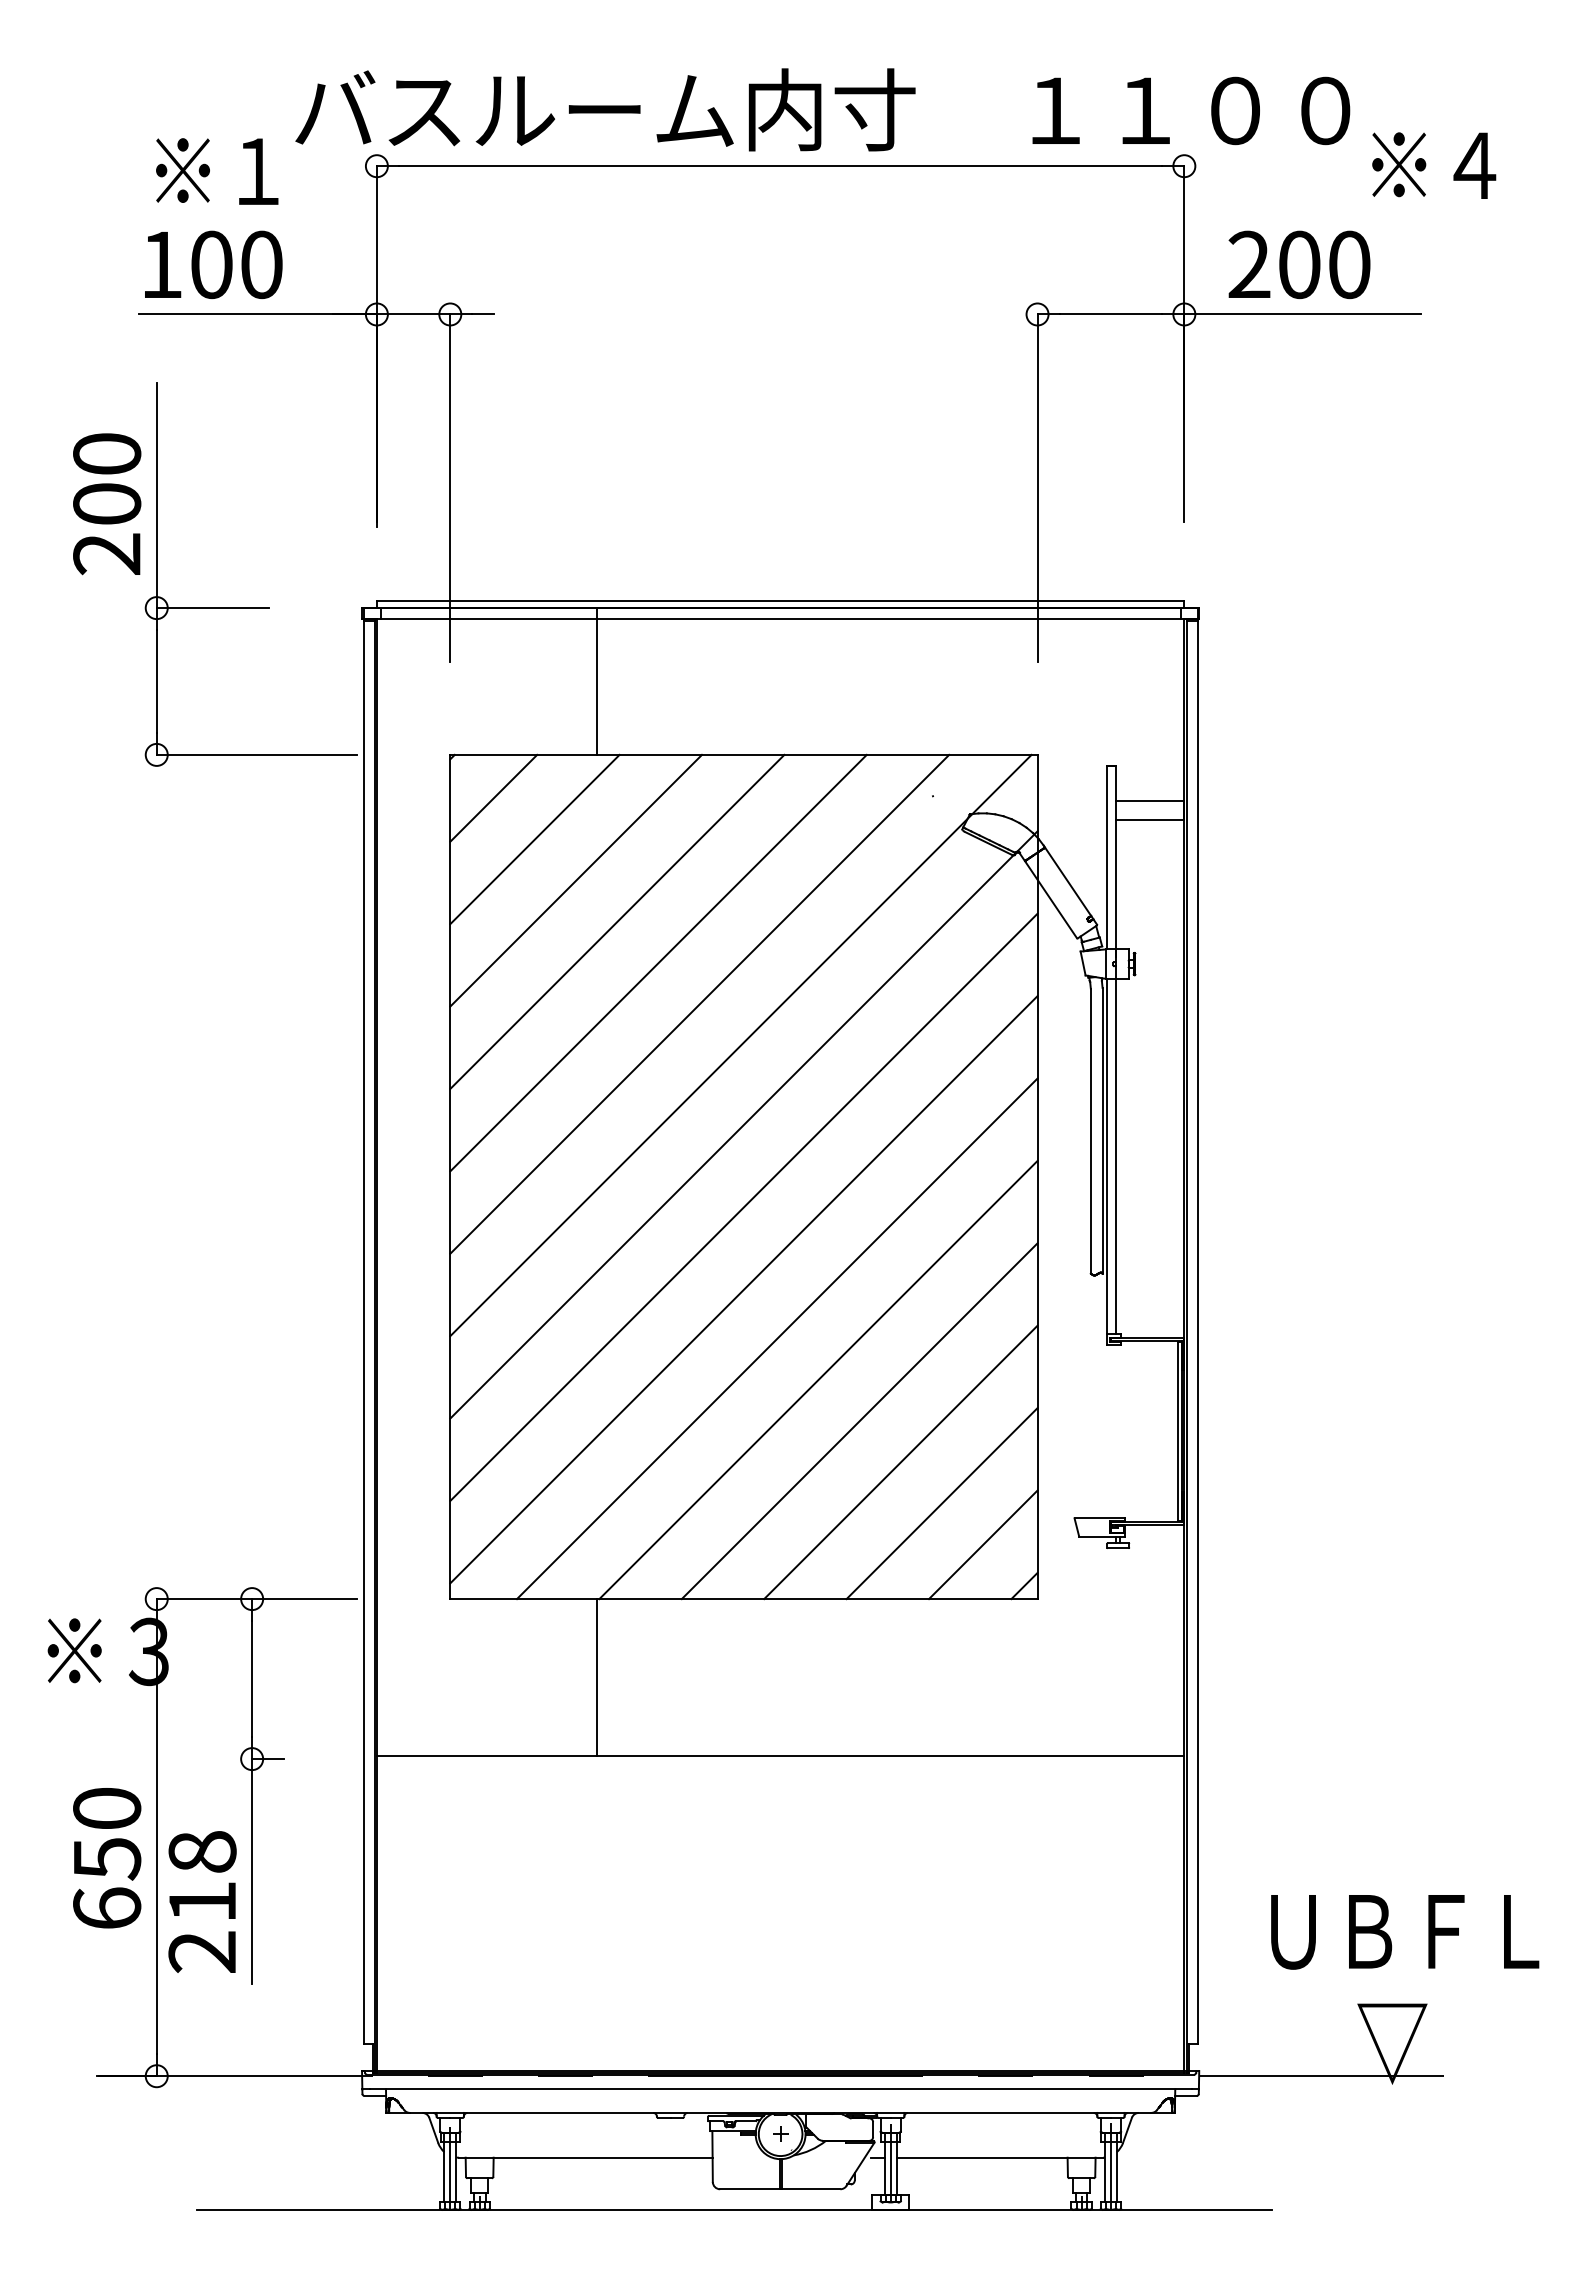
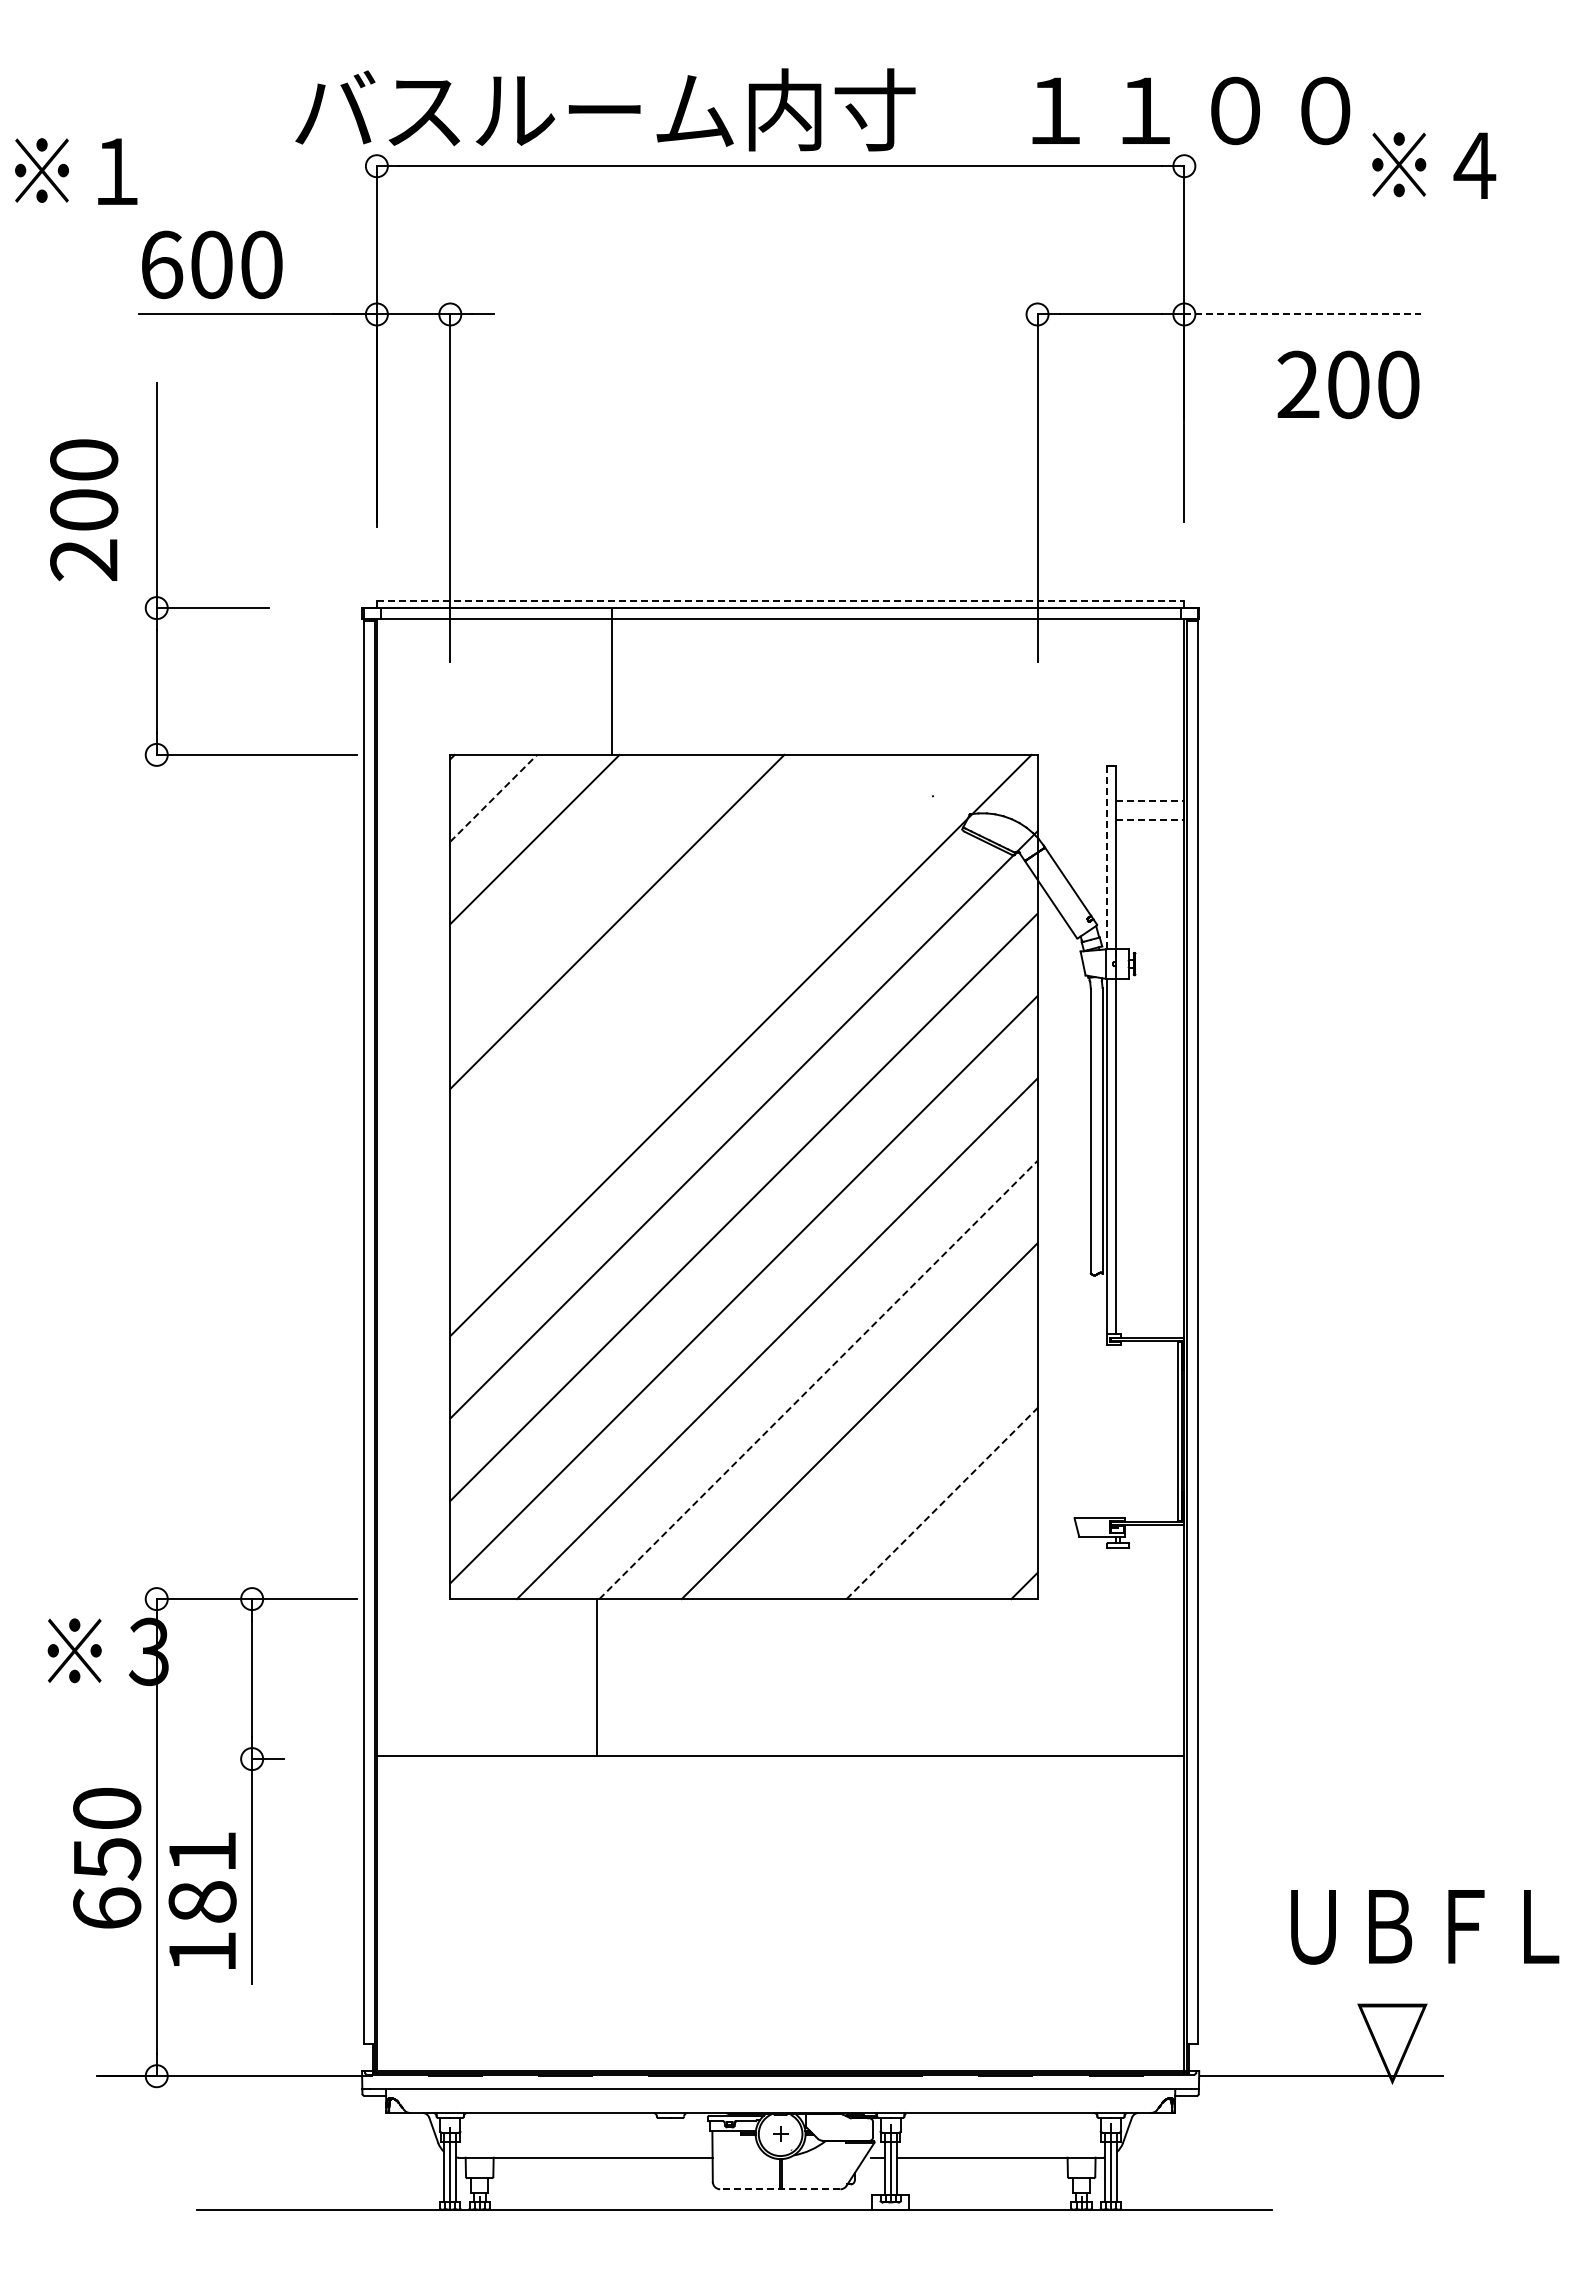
text at (217, 171) position: (217, 171) -> (76, 171)
text at (162, 264): 100 -> 600
text at (1299, 264) position: (1299, 264) -> (1348, 384)
line at (1303, 314): solid -> dashed
text at (107, 504) position: (107, 504) -> (84, 510)
line at (780, 600): solid -> dashed
line at (597, 681) position: (597, 681) -> (612, 681)
line at (494, 798): solid -> dashed
line at (1150, 801): solid -> dashed
line at (1150, 820): solid -> dashed
line at (1106, 857): solid -> dashed
line at (575, 880): present -> none
line at (658, 962): present -> none
line at (699, 1003): present -> none
line at (818, 1380): solid -> dashed
line at (900, 1462): present -> none
line at (942, 1503): solid -> dashed
line at (983, 1544): present -> none
text at (202, 1901): 218 -> 181
text at (1405, 1932) position: (1405, 1932) -> (1425, 1927)
line at (779, 2189): solid -> dashed
